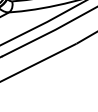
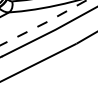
line at (44, 23): solid -> dashed
